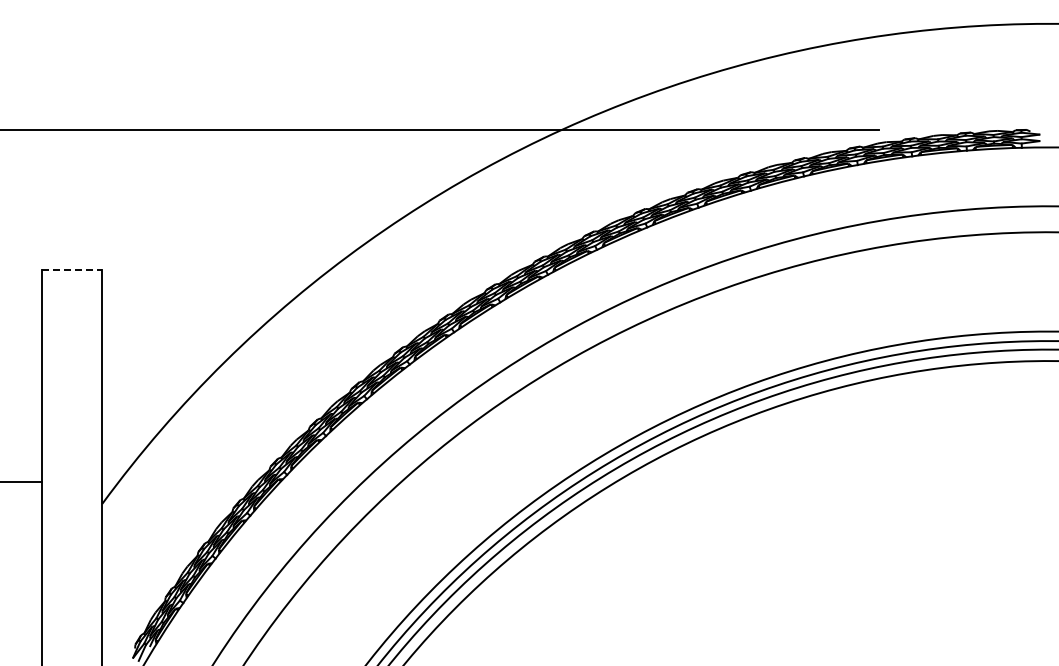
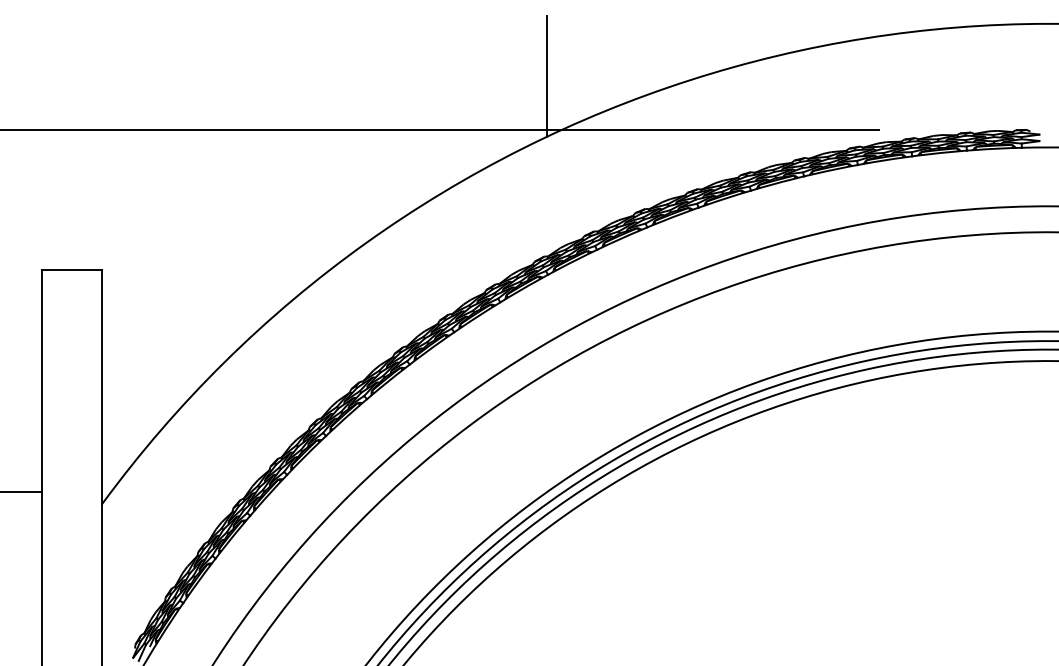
line at (547, 76): none -> present
line at (72, 270): dashed -> solid
line at (21, 481) position: (21, 481) -> (21, 491)
